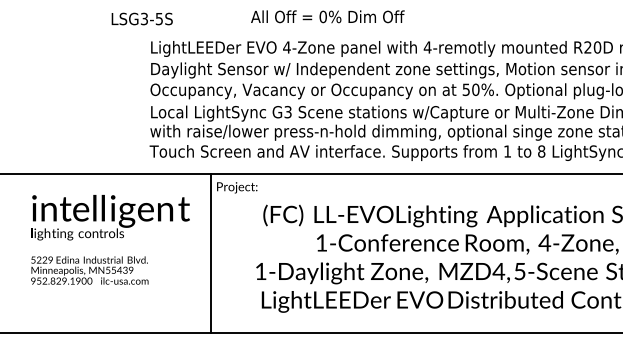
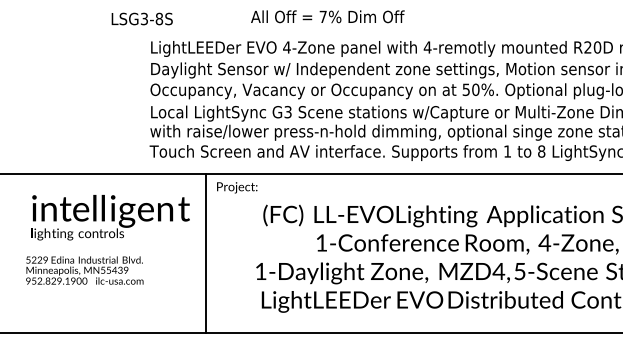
text at (322, 16): 0% -> 7%
text at (159, 18): LSG3-5S -> LSG3-8S
line at (211, 253) position: (211, 253) -> (206, 253)
text at (89, 270) position: (89, 270) -> (84, 270)
